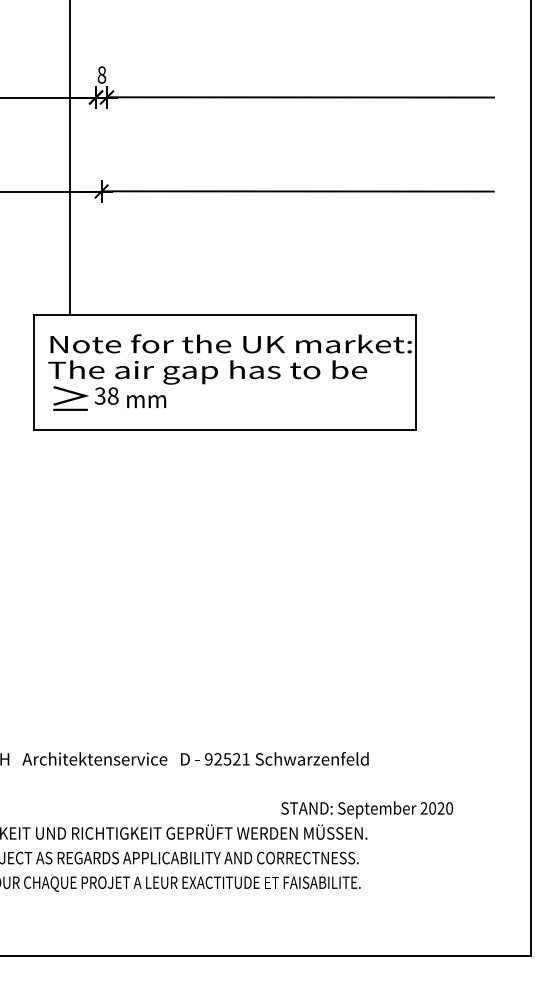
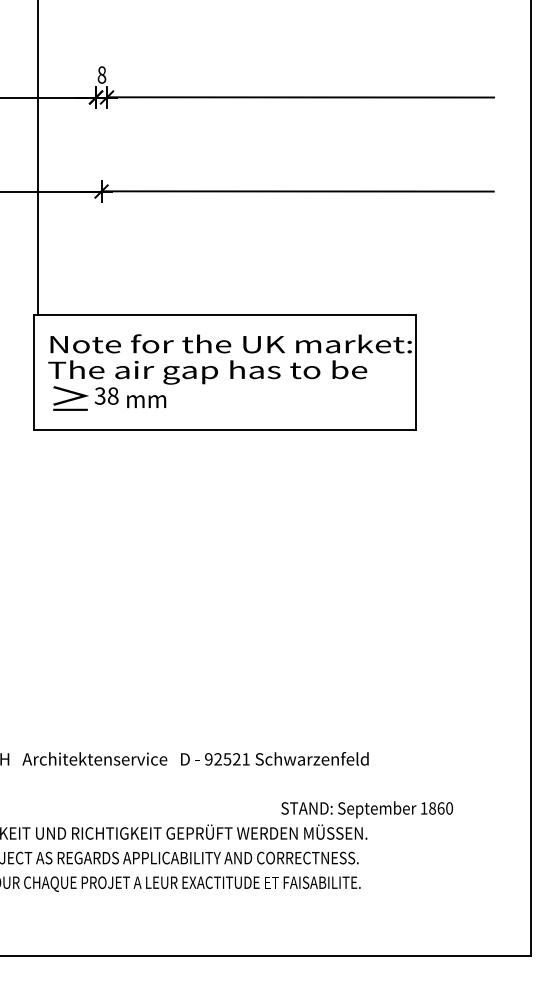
line at (69, 158) position: (69, 158) -> (37, 158)
text at (432, 808): 2020 -> 1860
